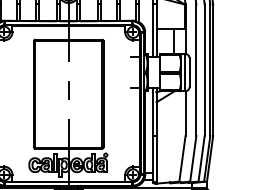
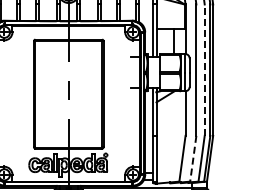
line at (204, 70): solid -> dashed
line at (193, 159): solid -> dashed
